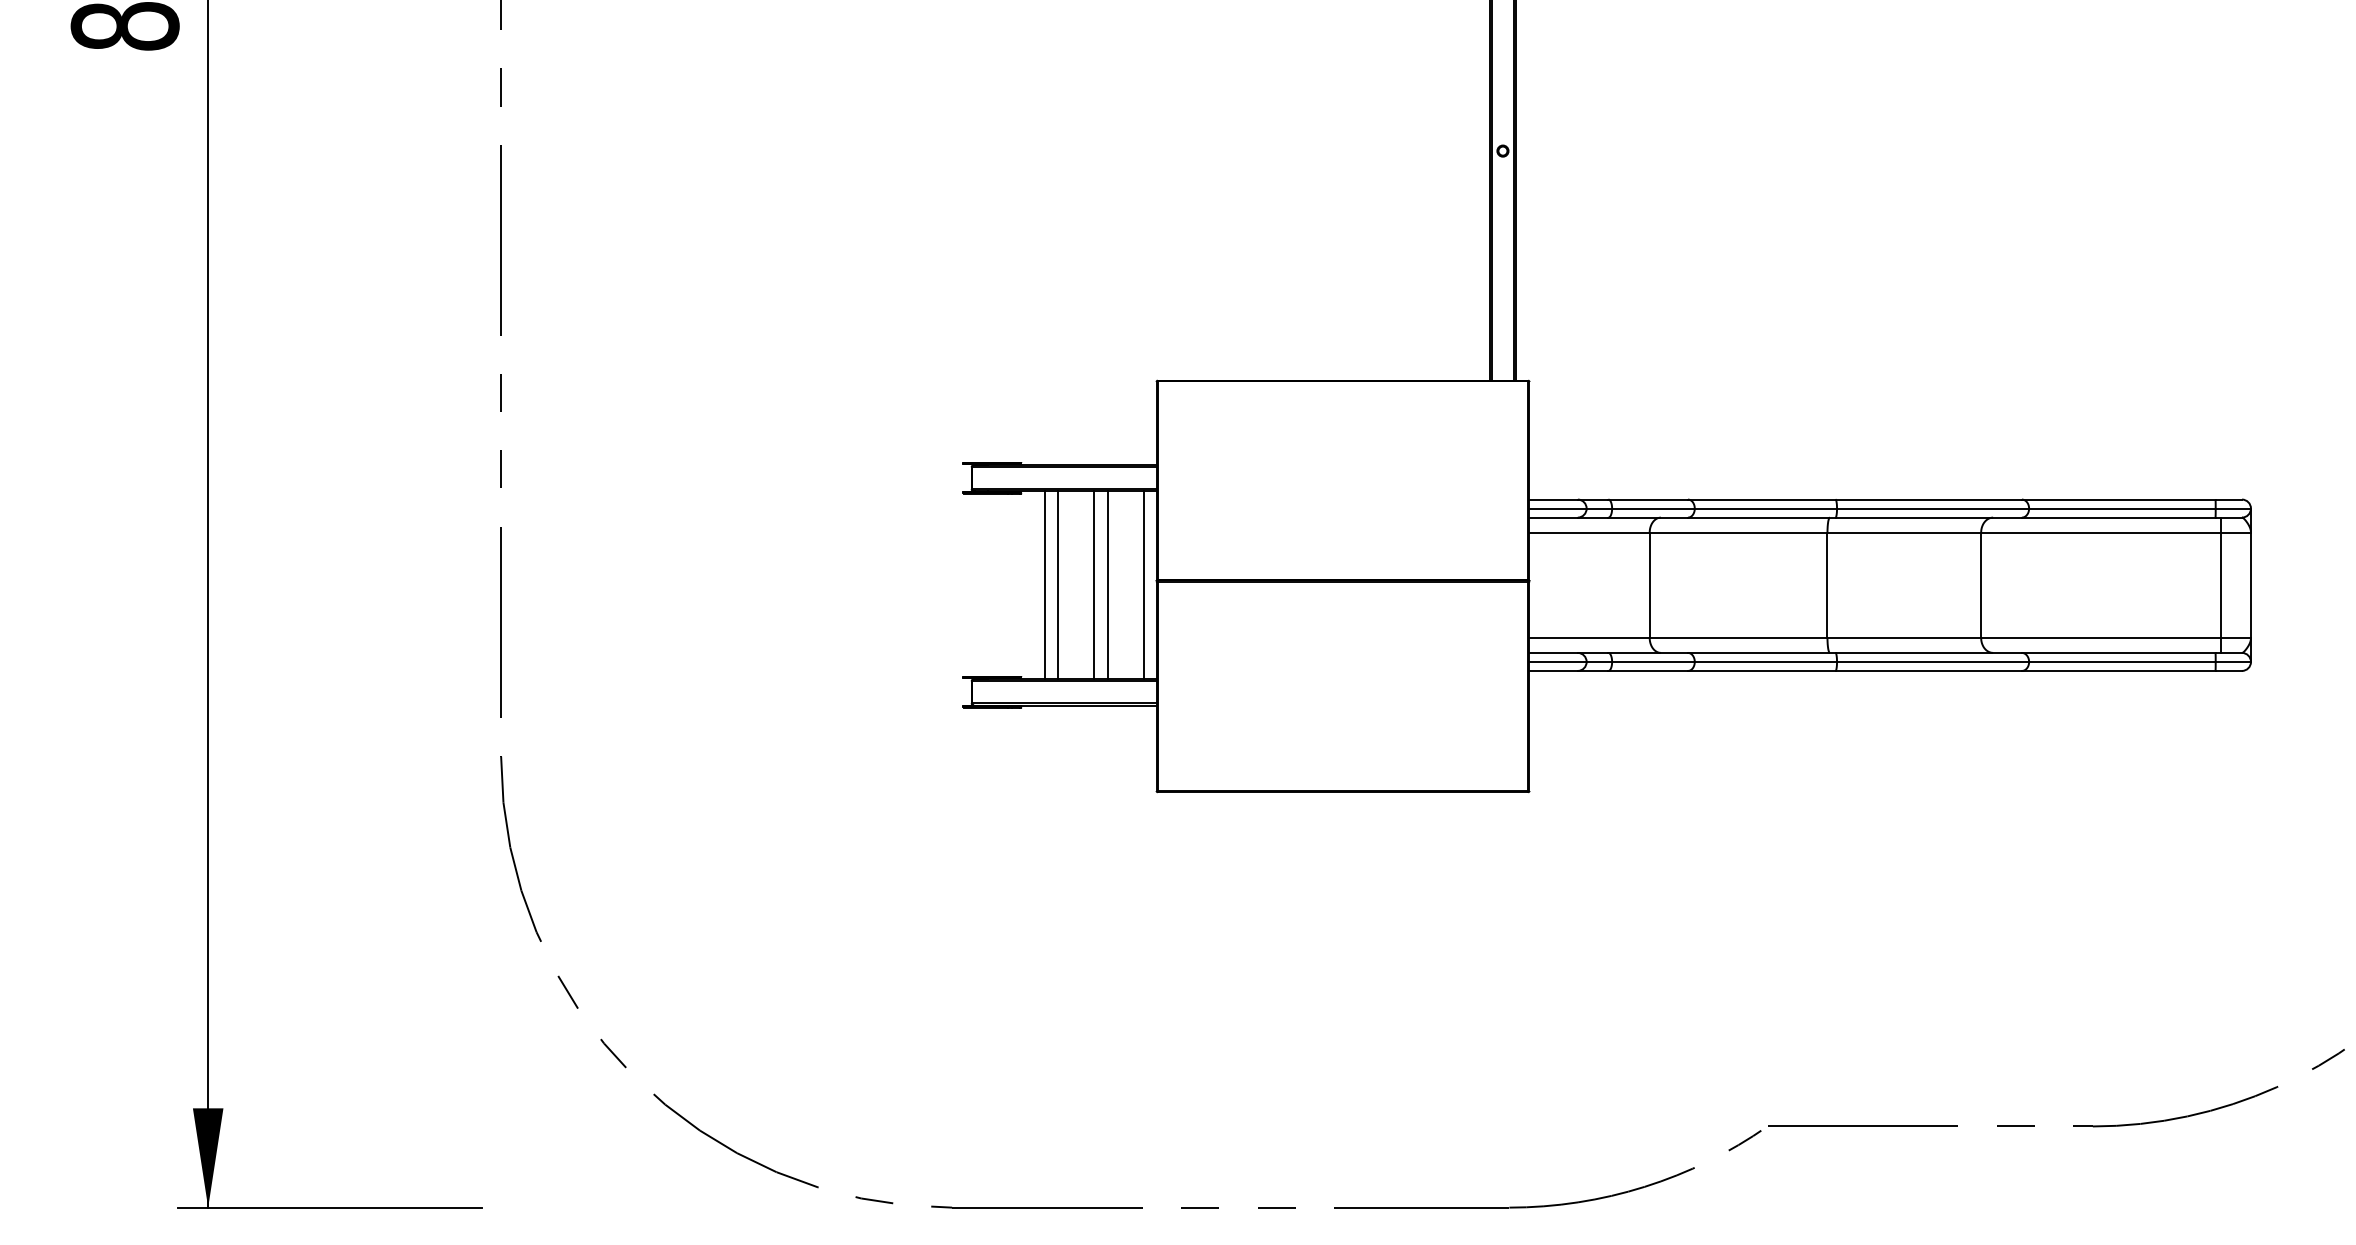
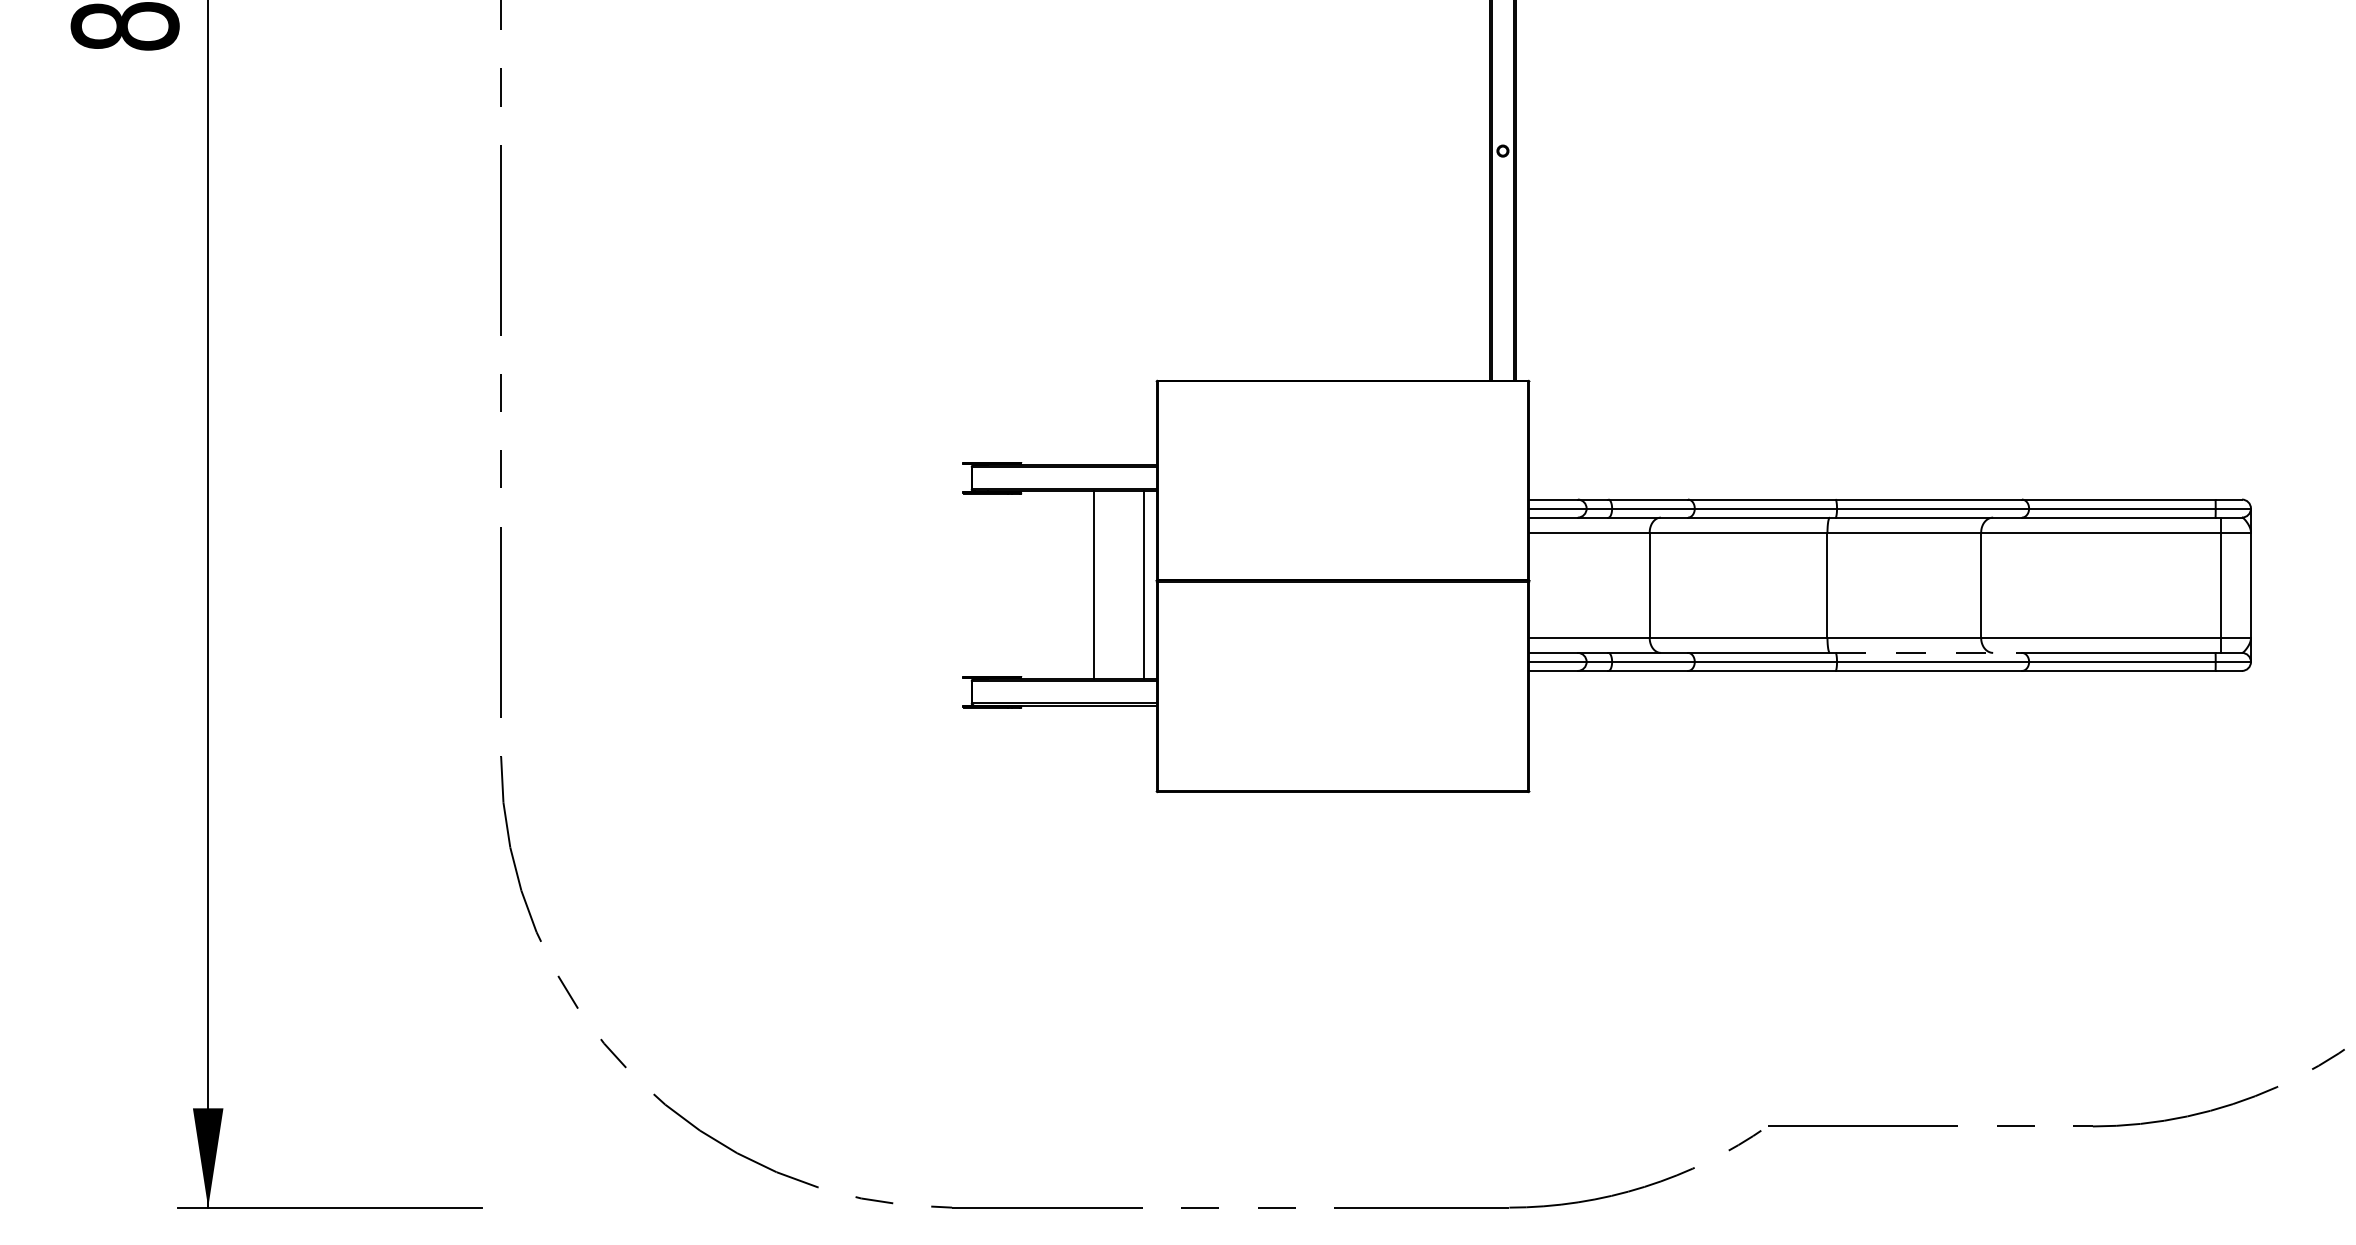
line at (1044, 585): present -> none
line at (1058, 585): present -> none
line at (1107, 585): present -> none
line at (1929, 652): solid -> dashed
